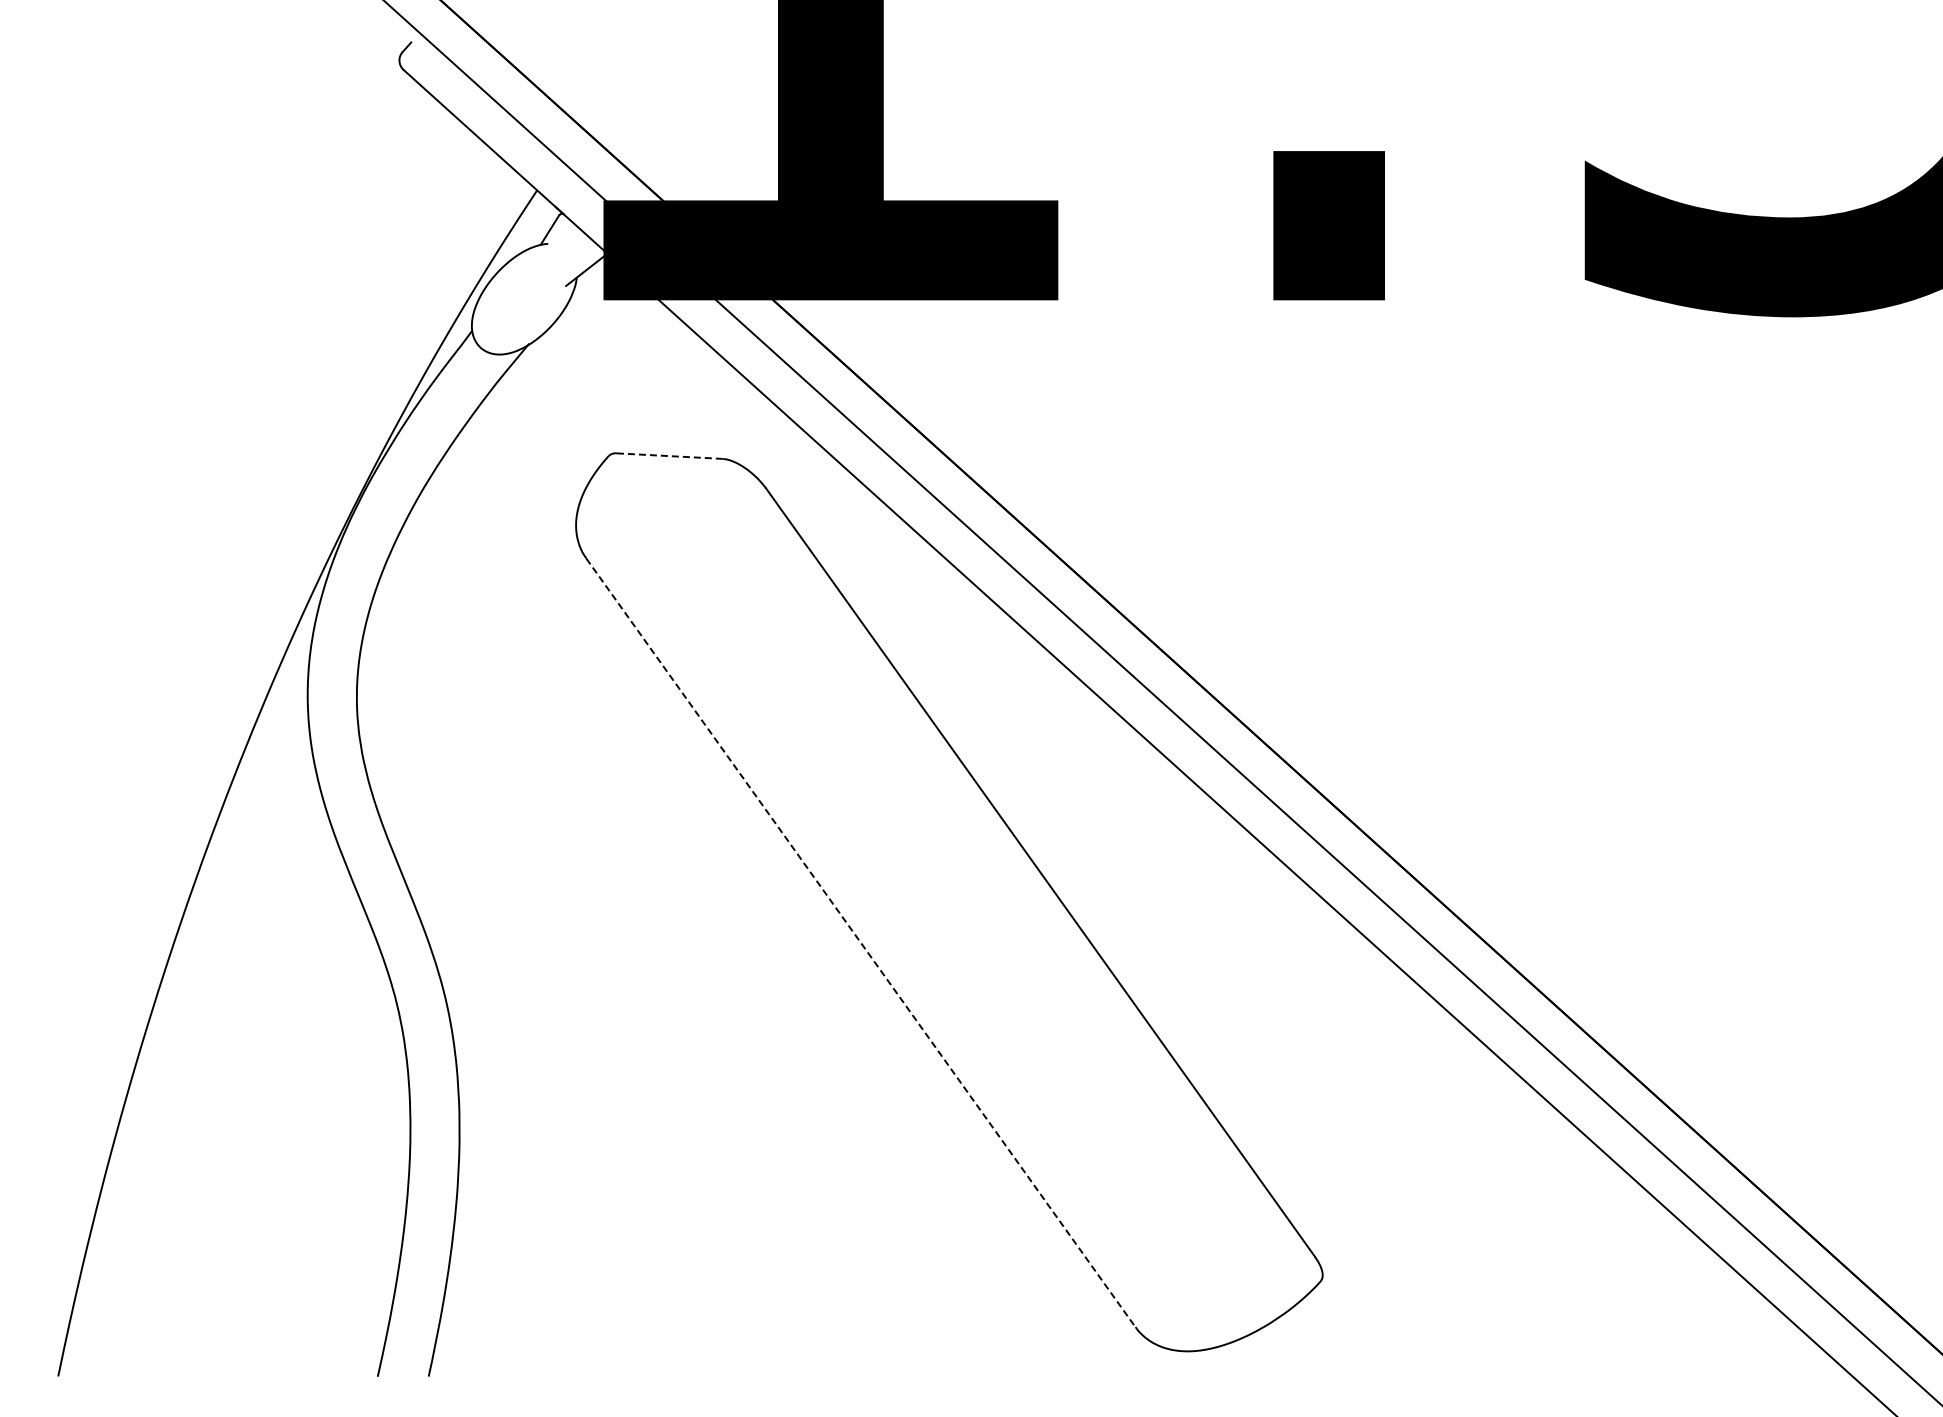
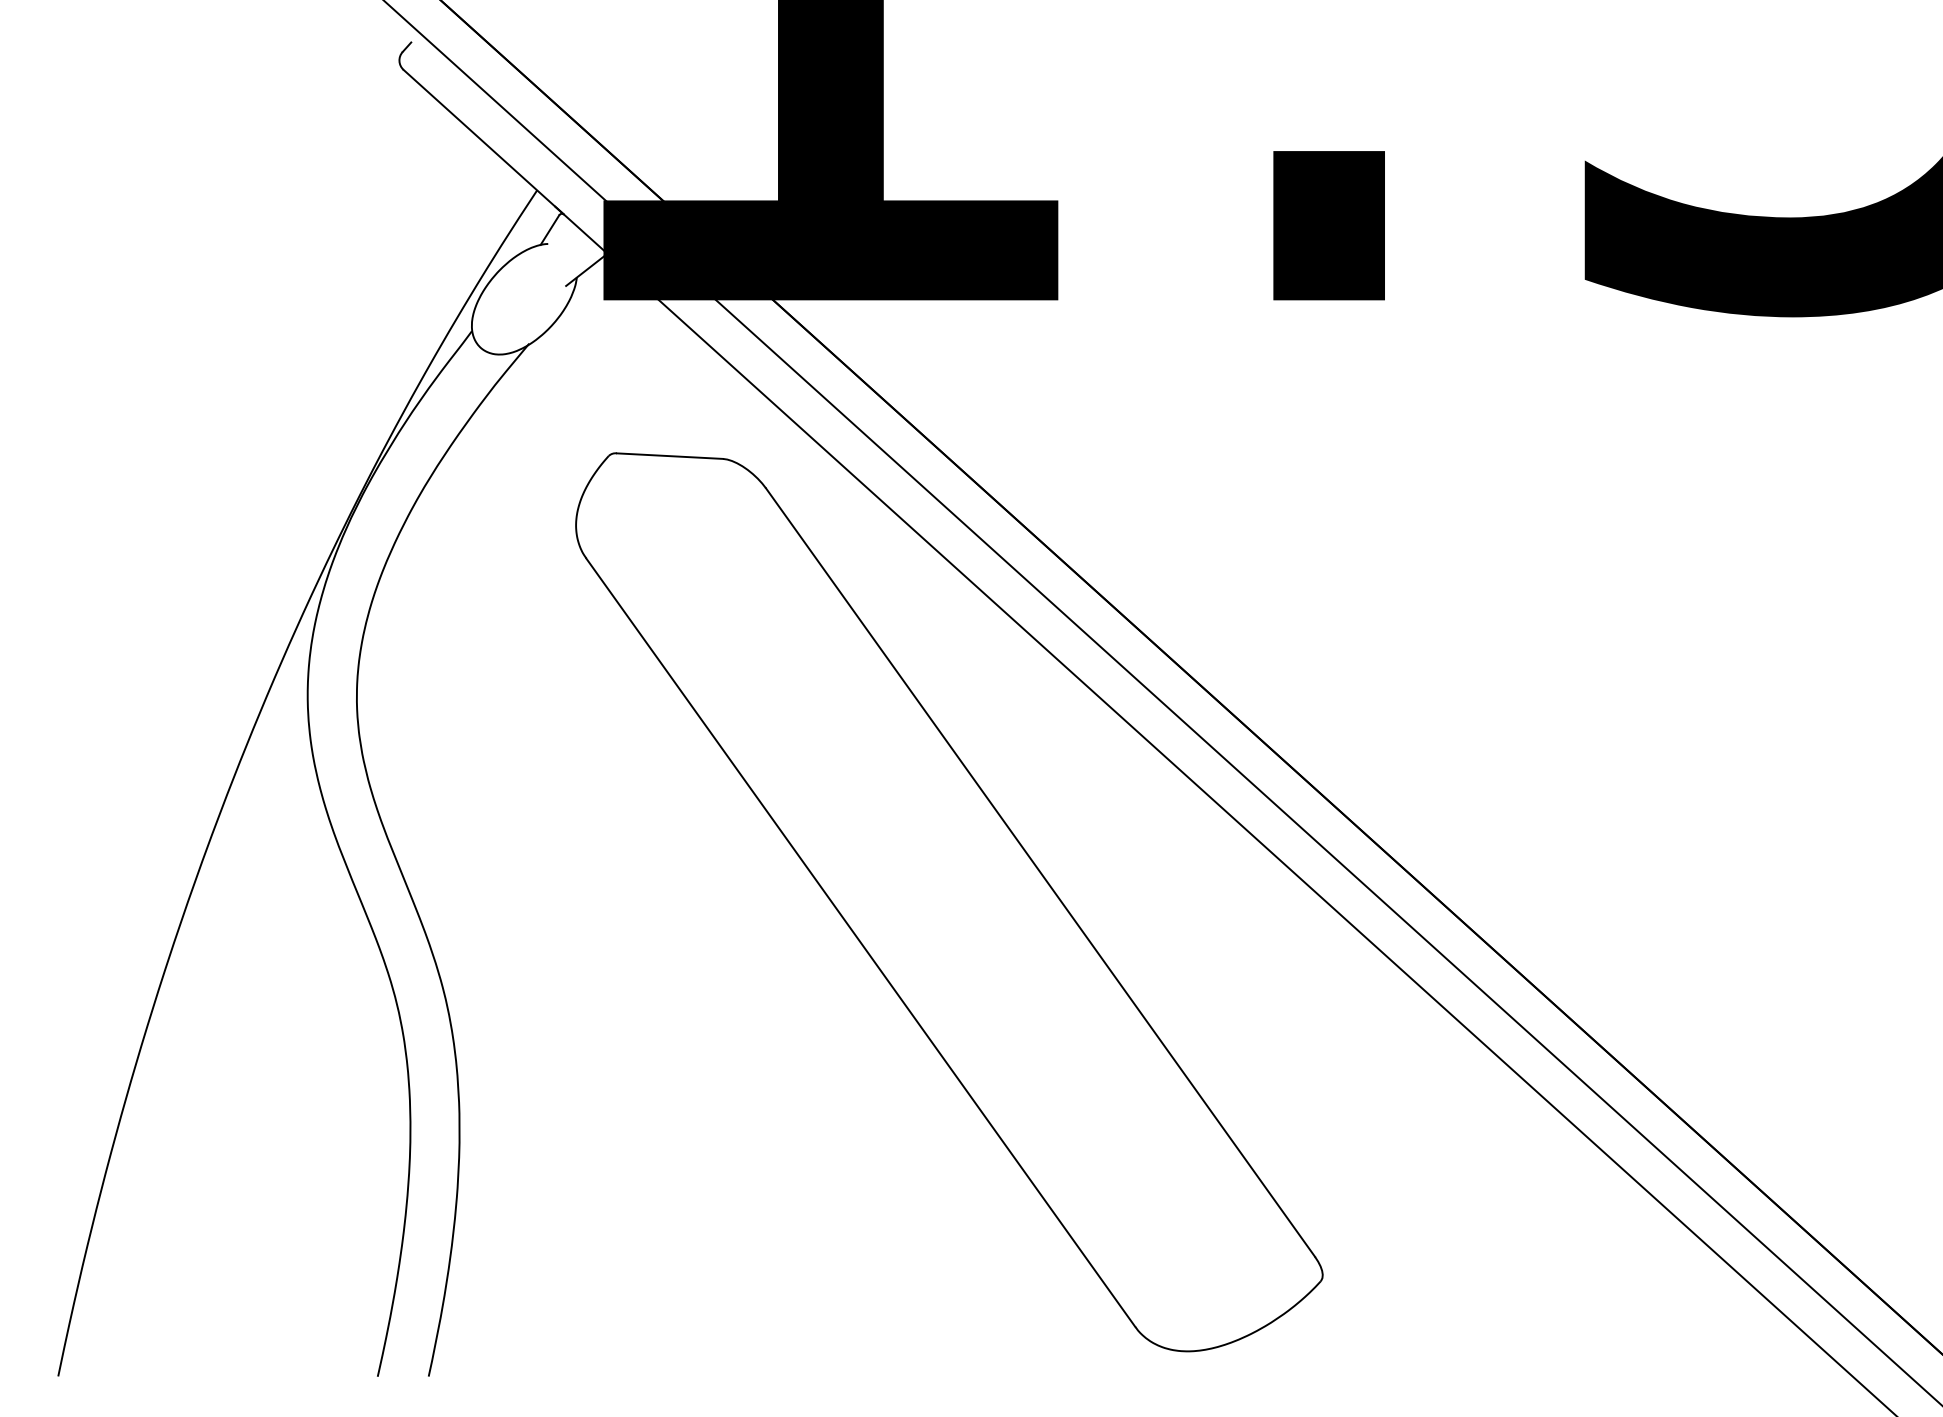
line at (670, 456): dashed -> solid
line at (861, 943): dashed -> solid
